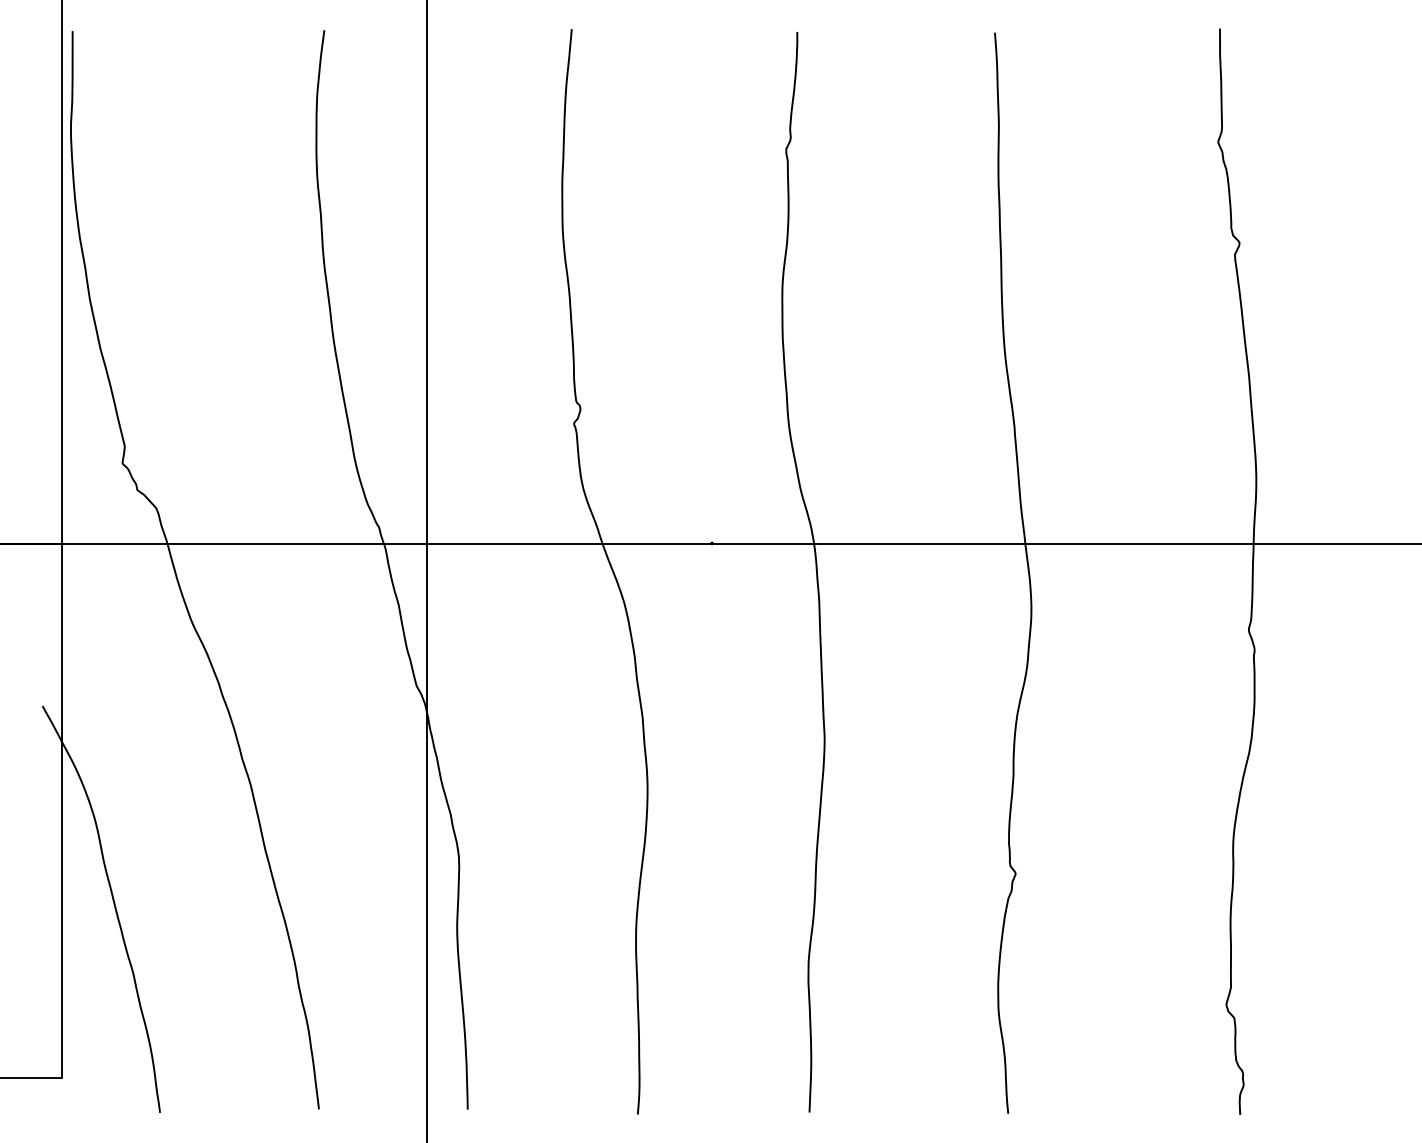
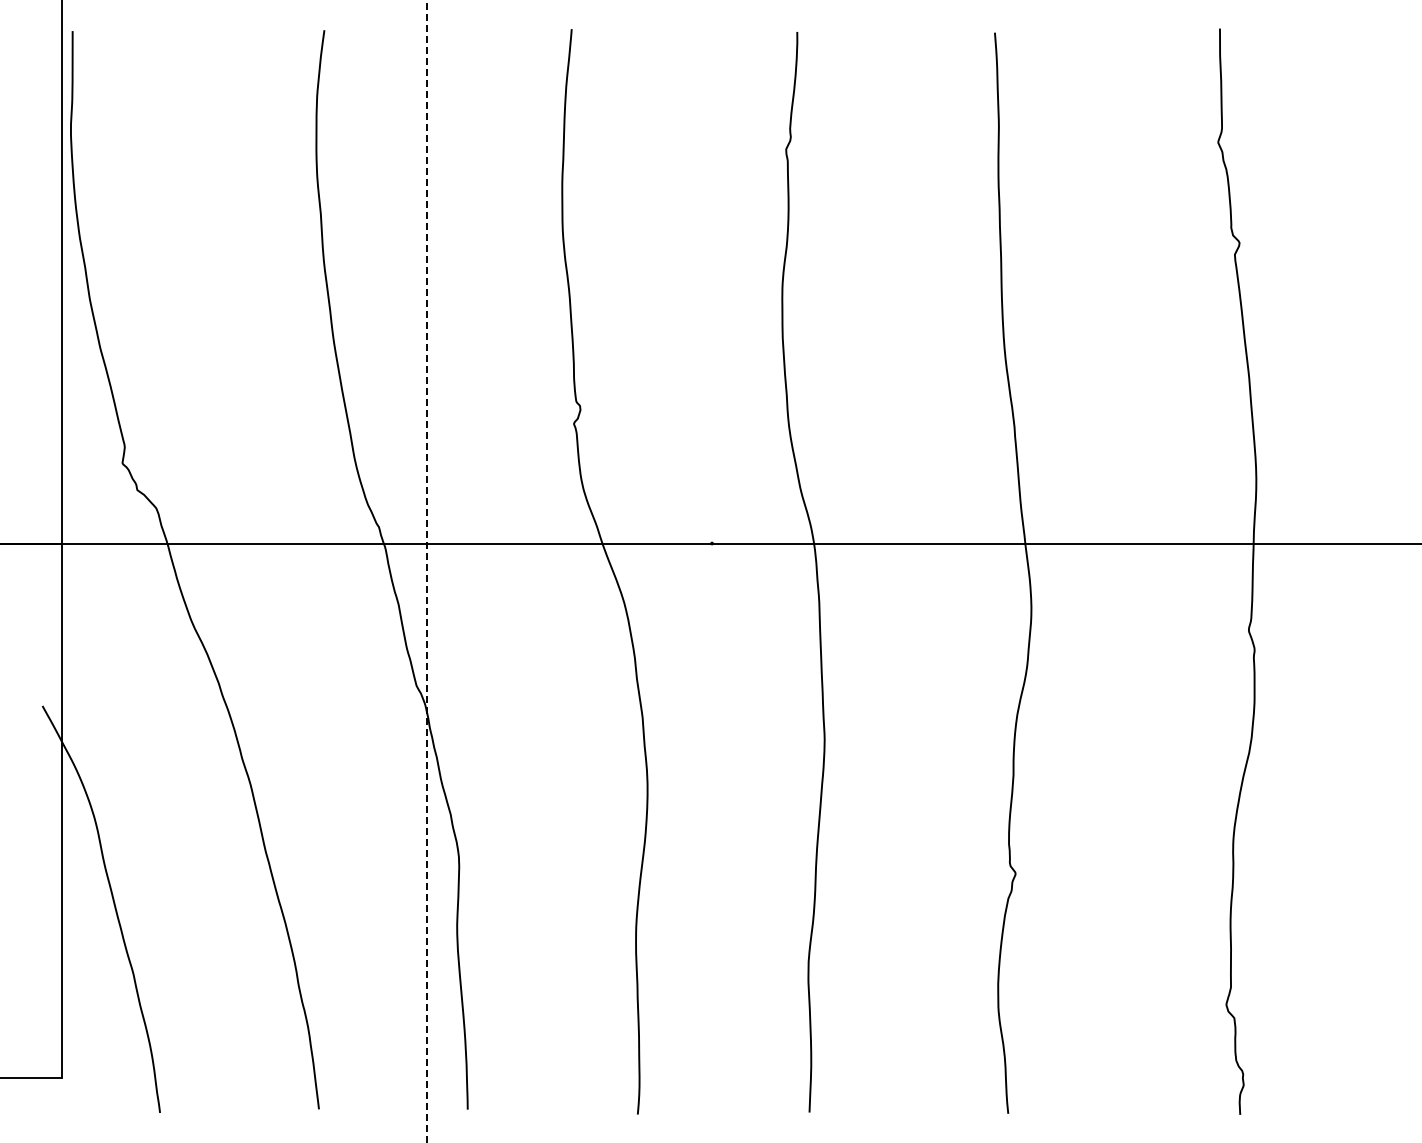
line at (427, 572): solid -> dashed
